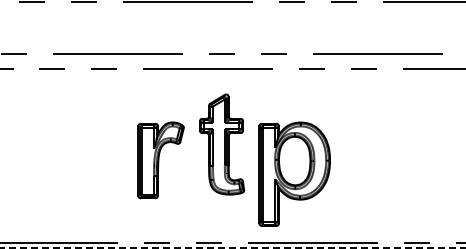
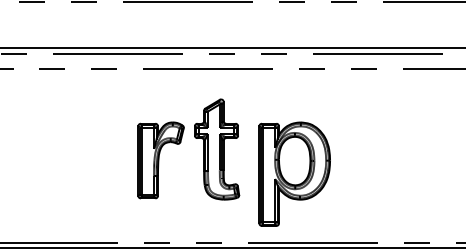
line at (232, 48): none -> present
part at (222, 144) position: (222, 144) -> (217, 149)
line at (232, 247): dashed -> solid
